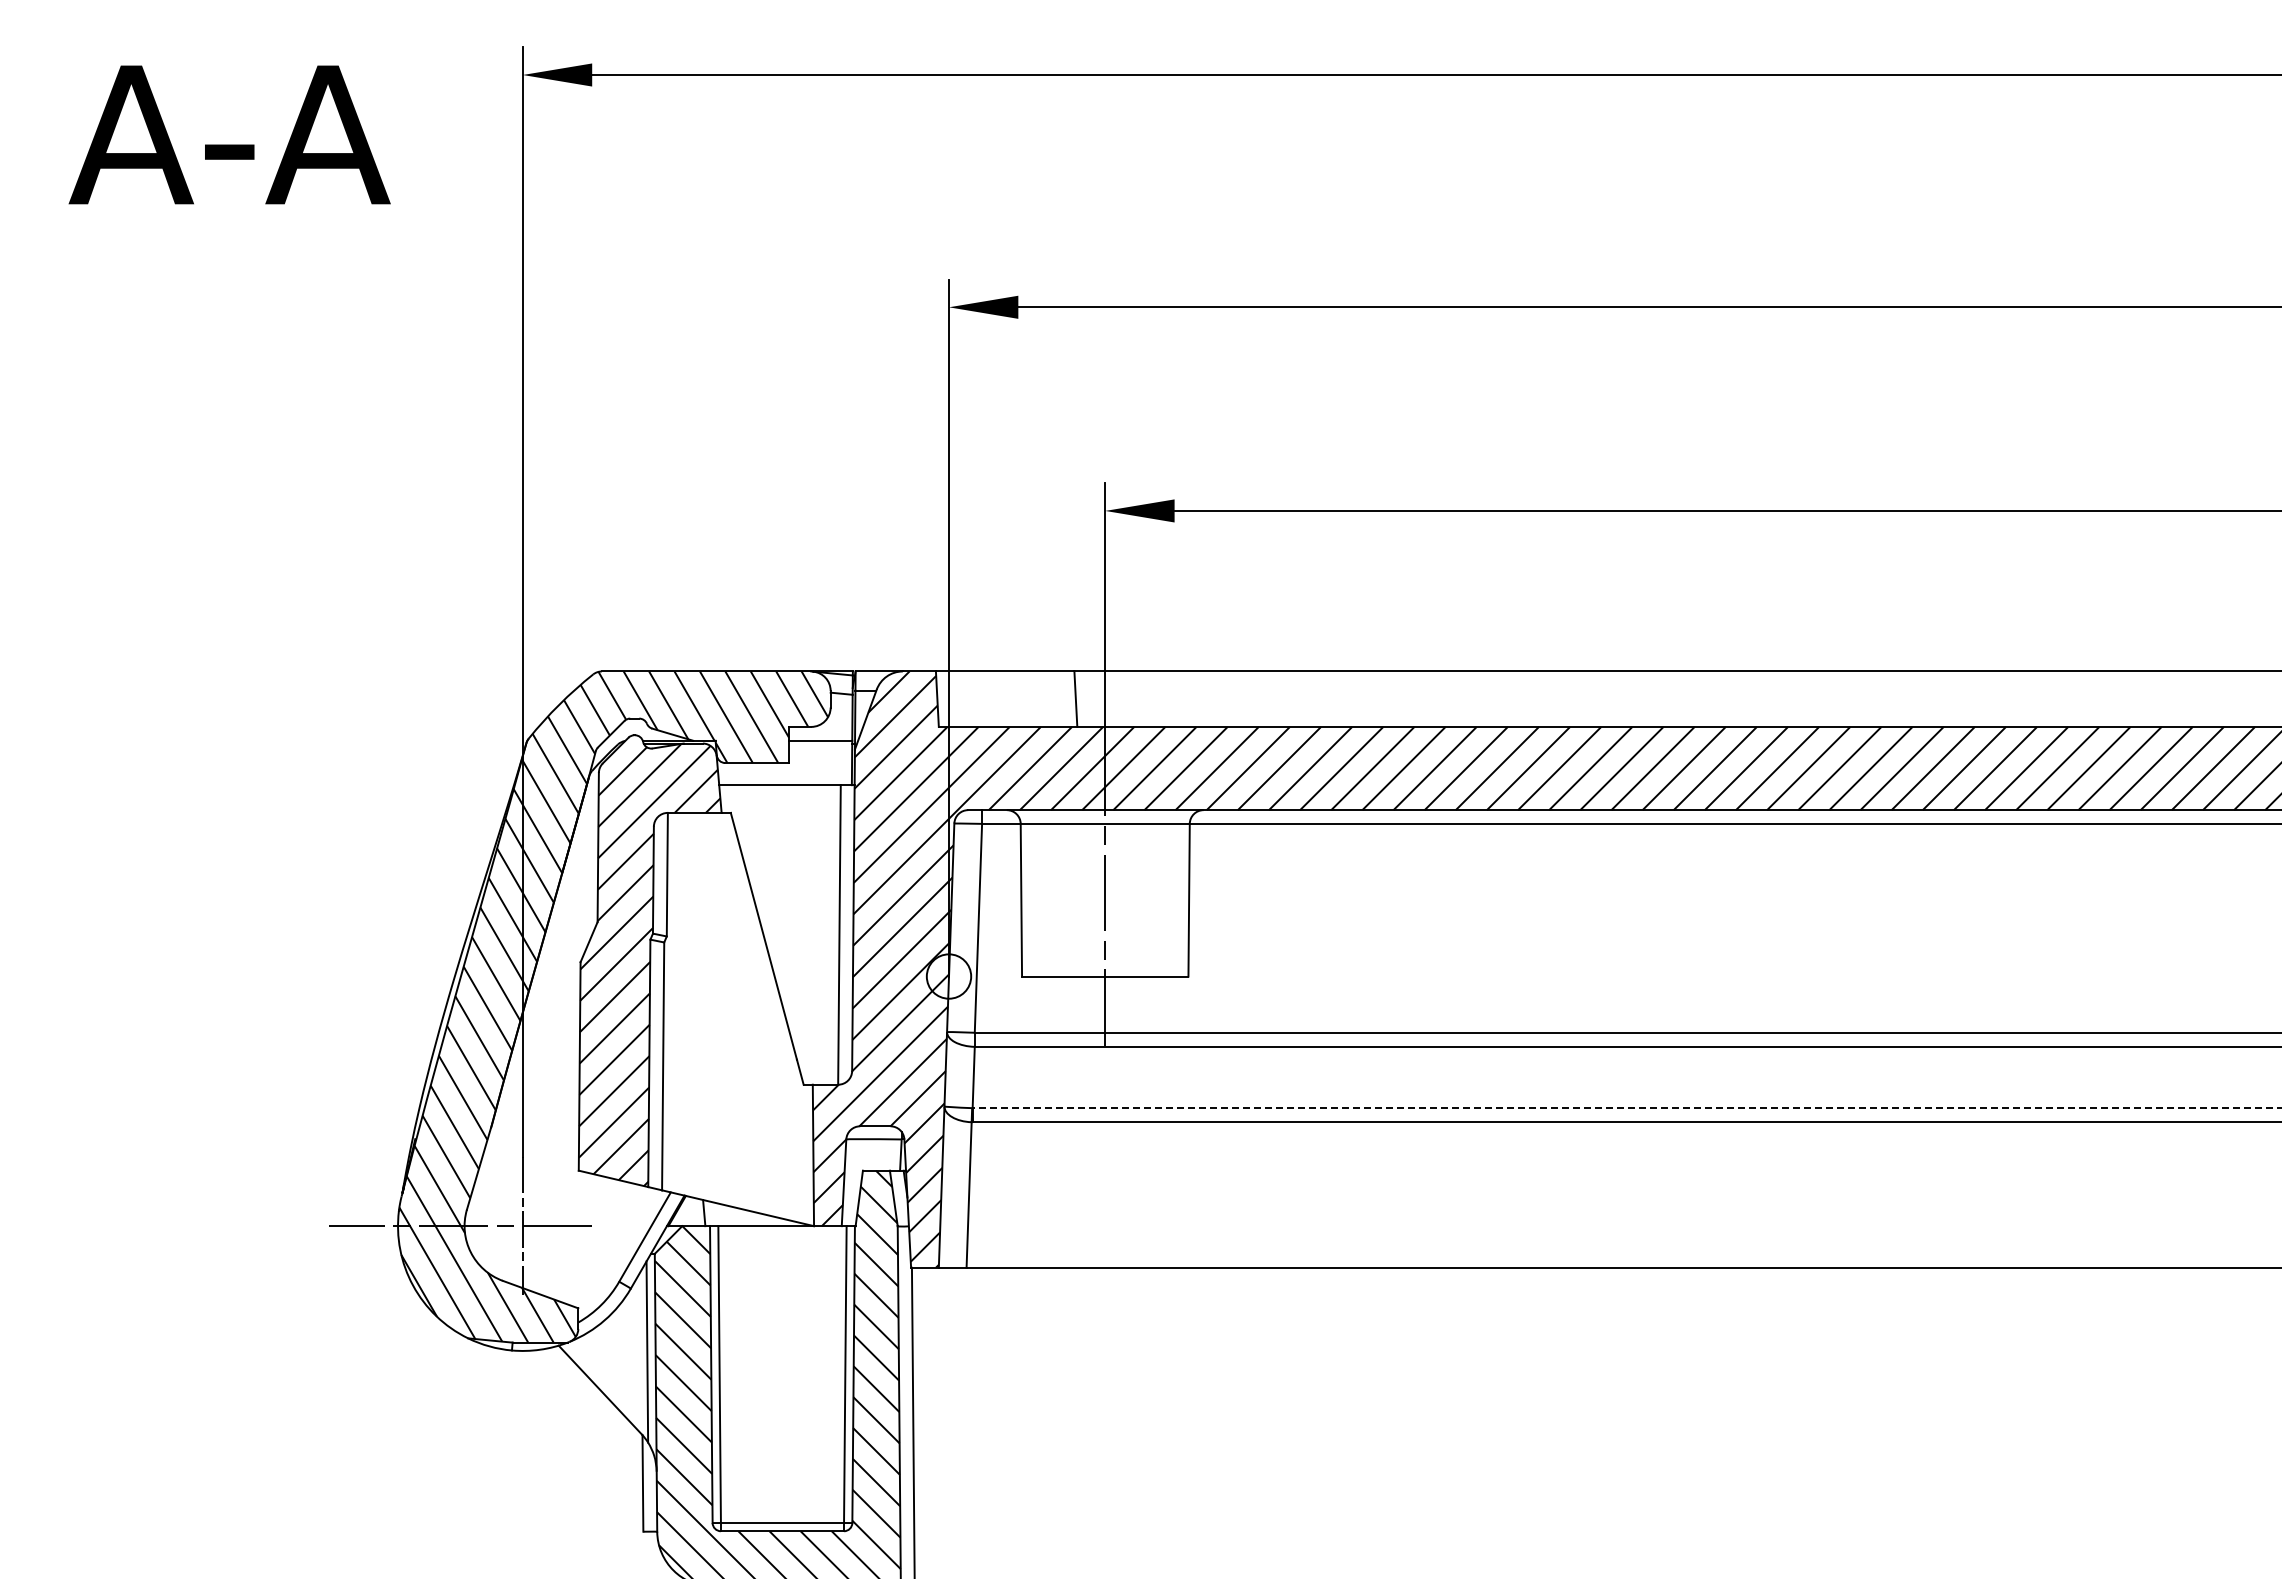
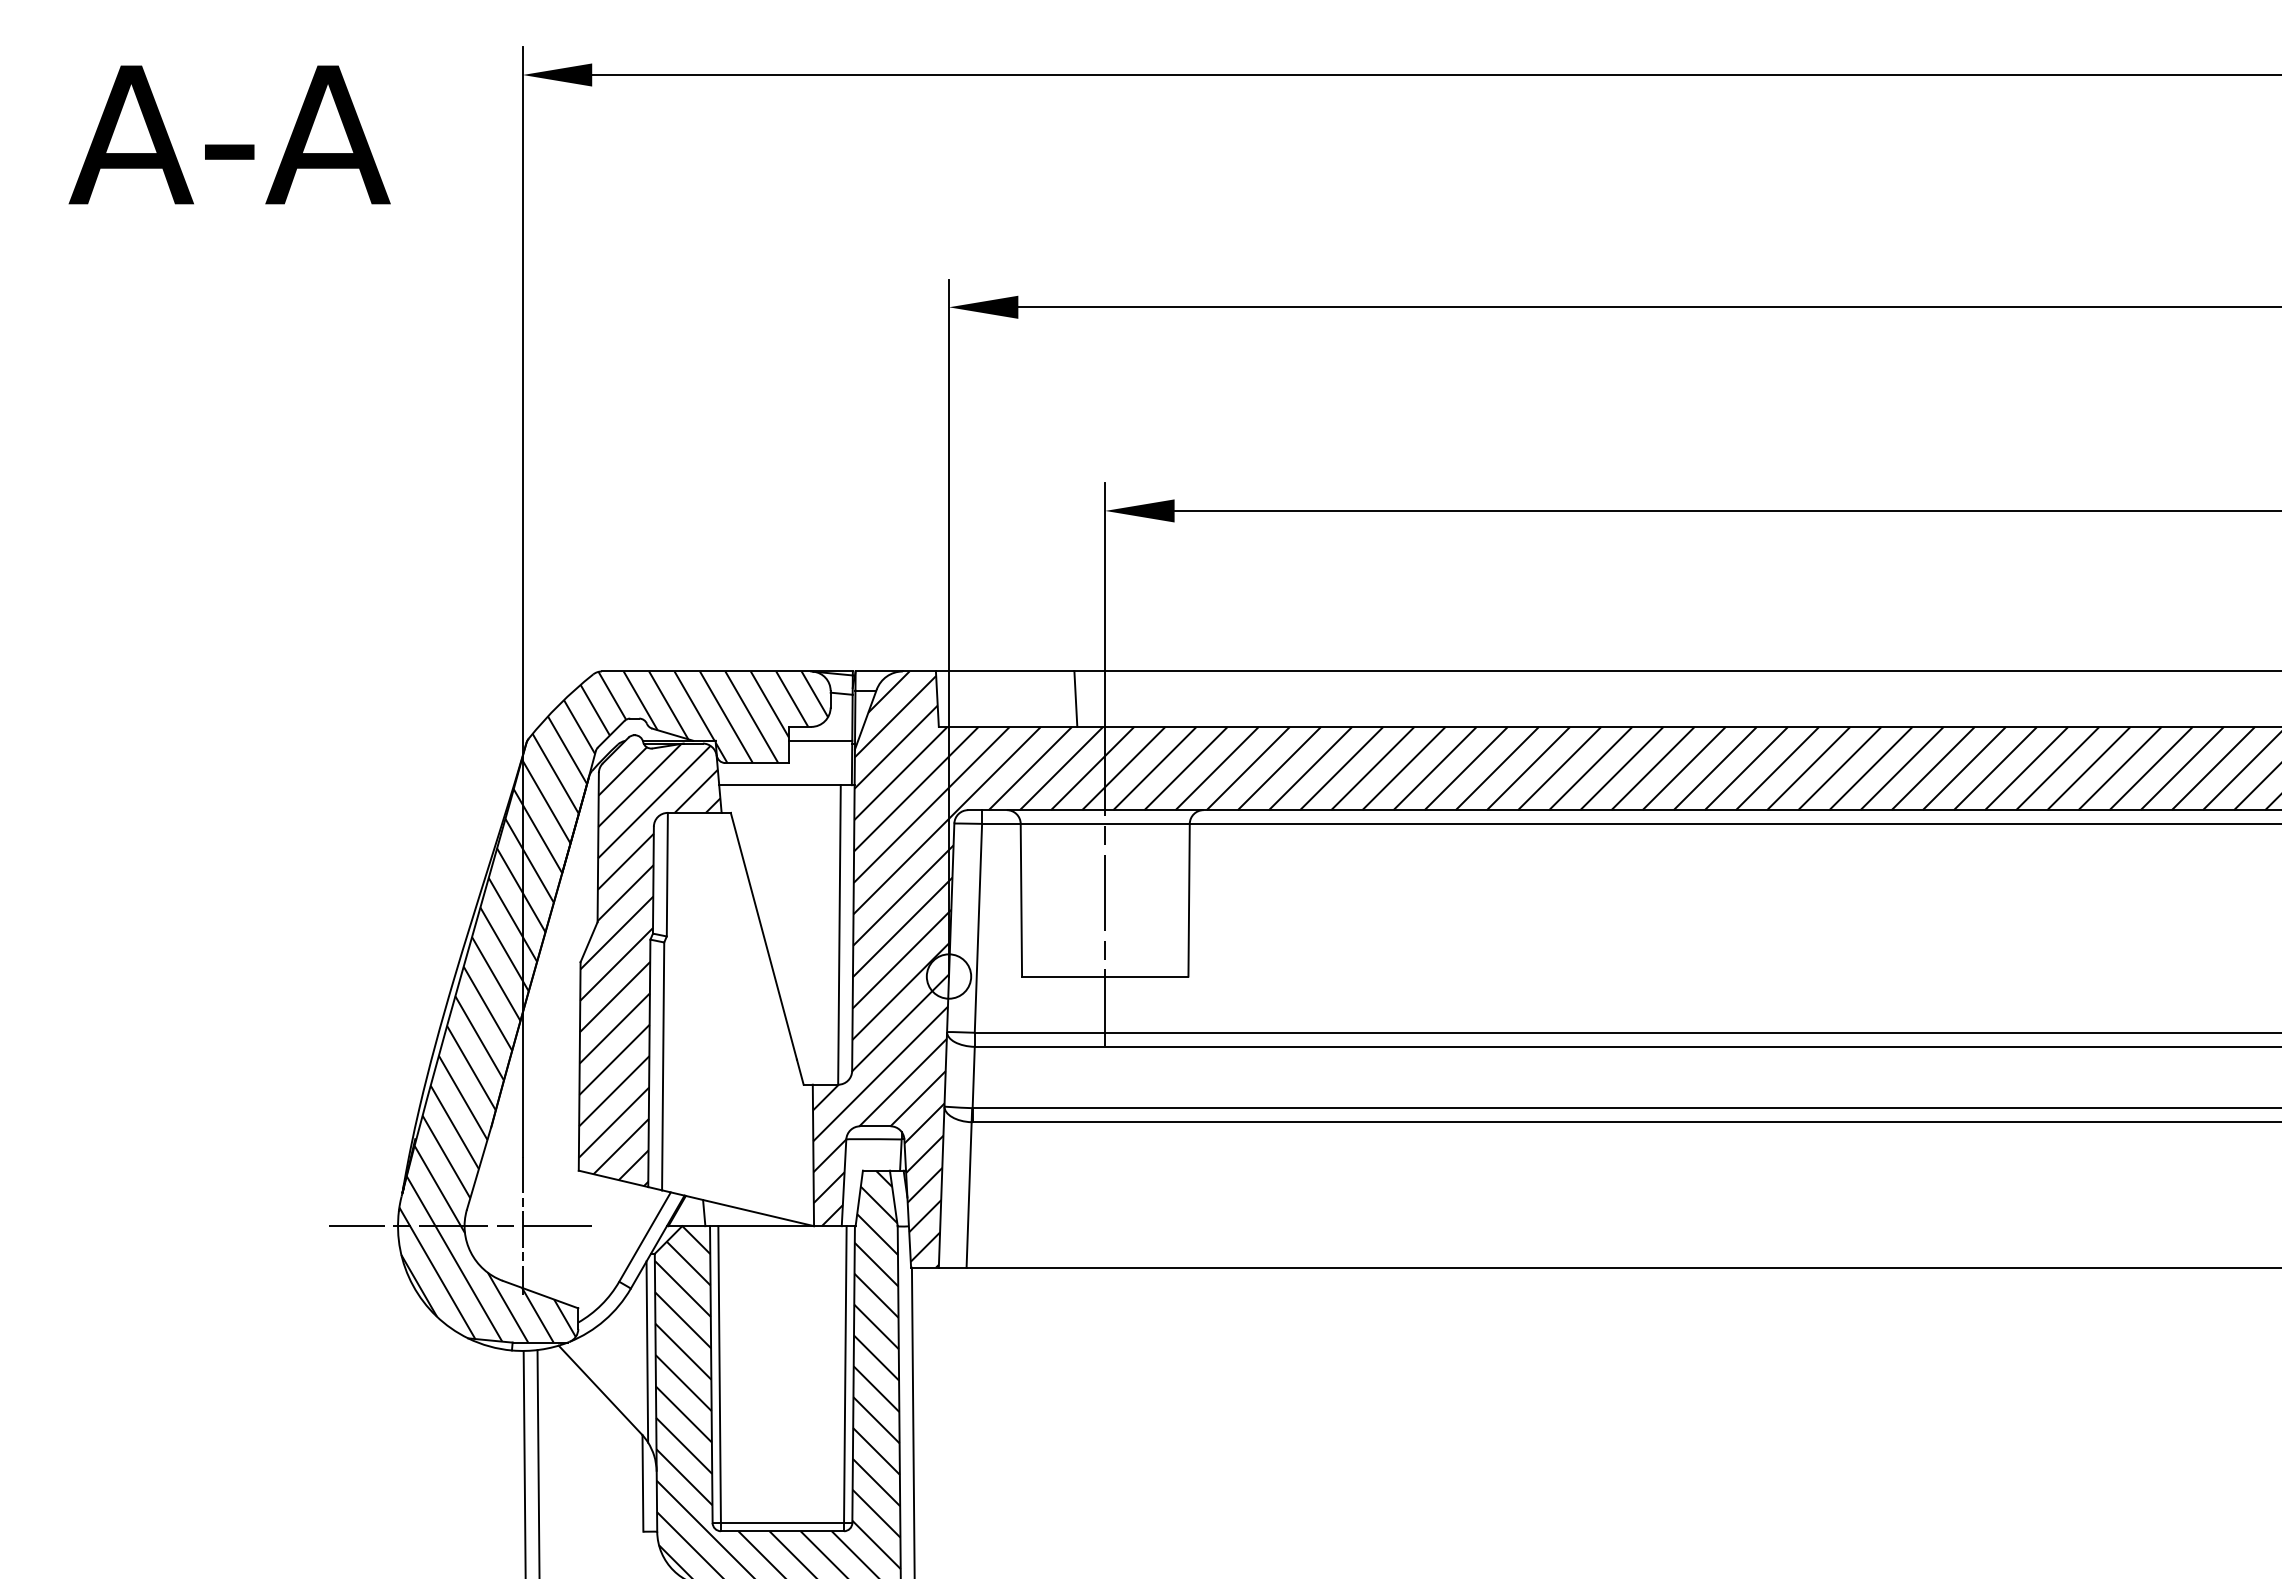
line at (1626, 1108): dashed -> solid
line at (524, 1462): none -> present
line at (538, 1462): none -> present
